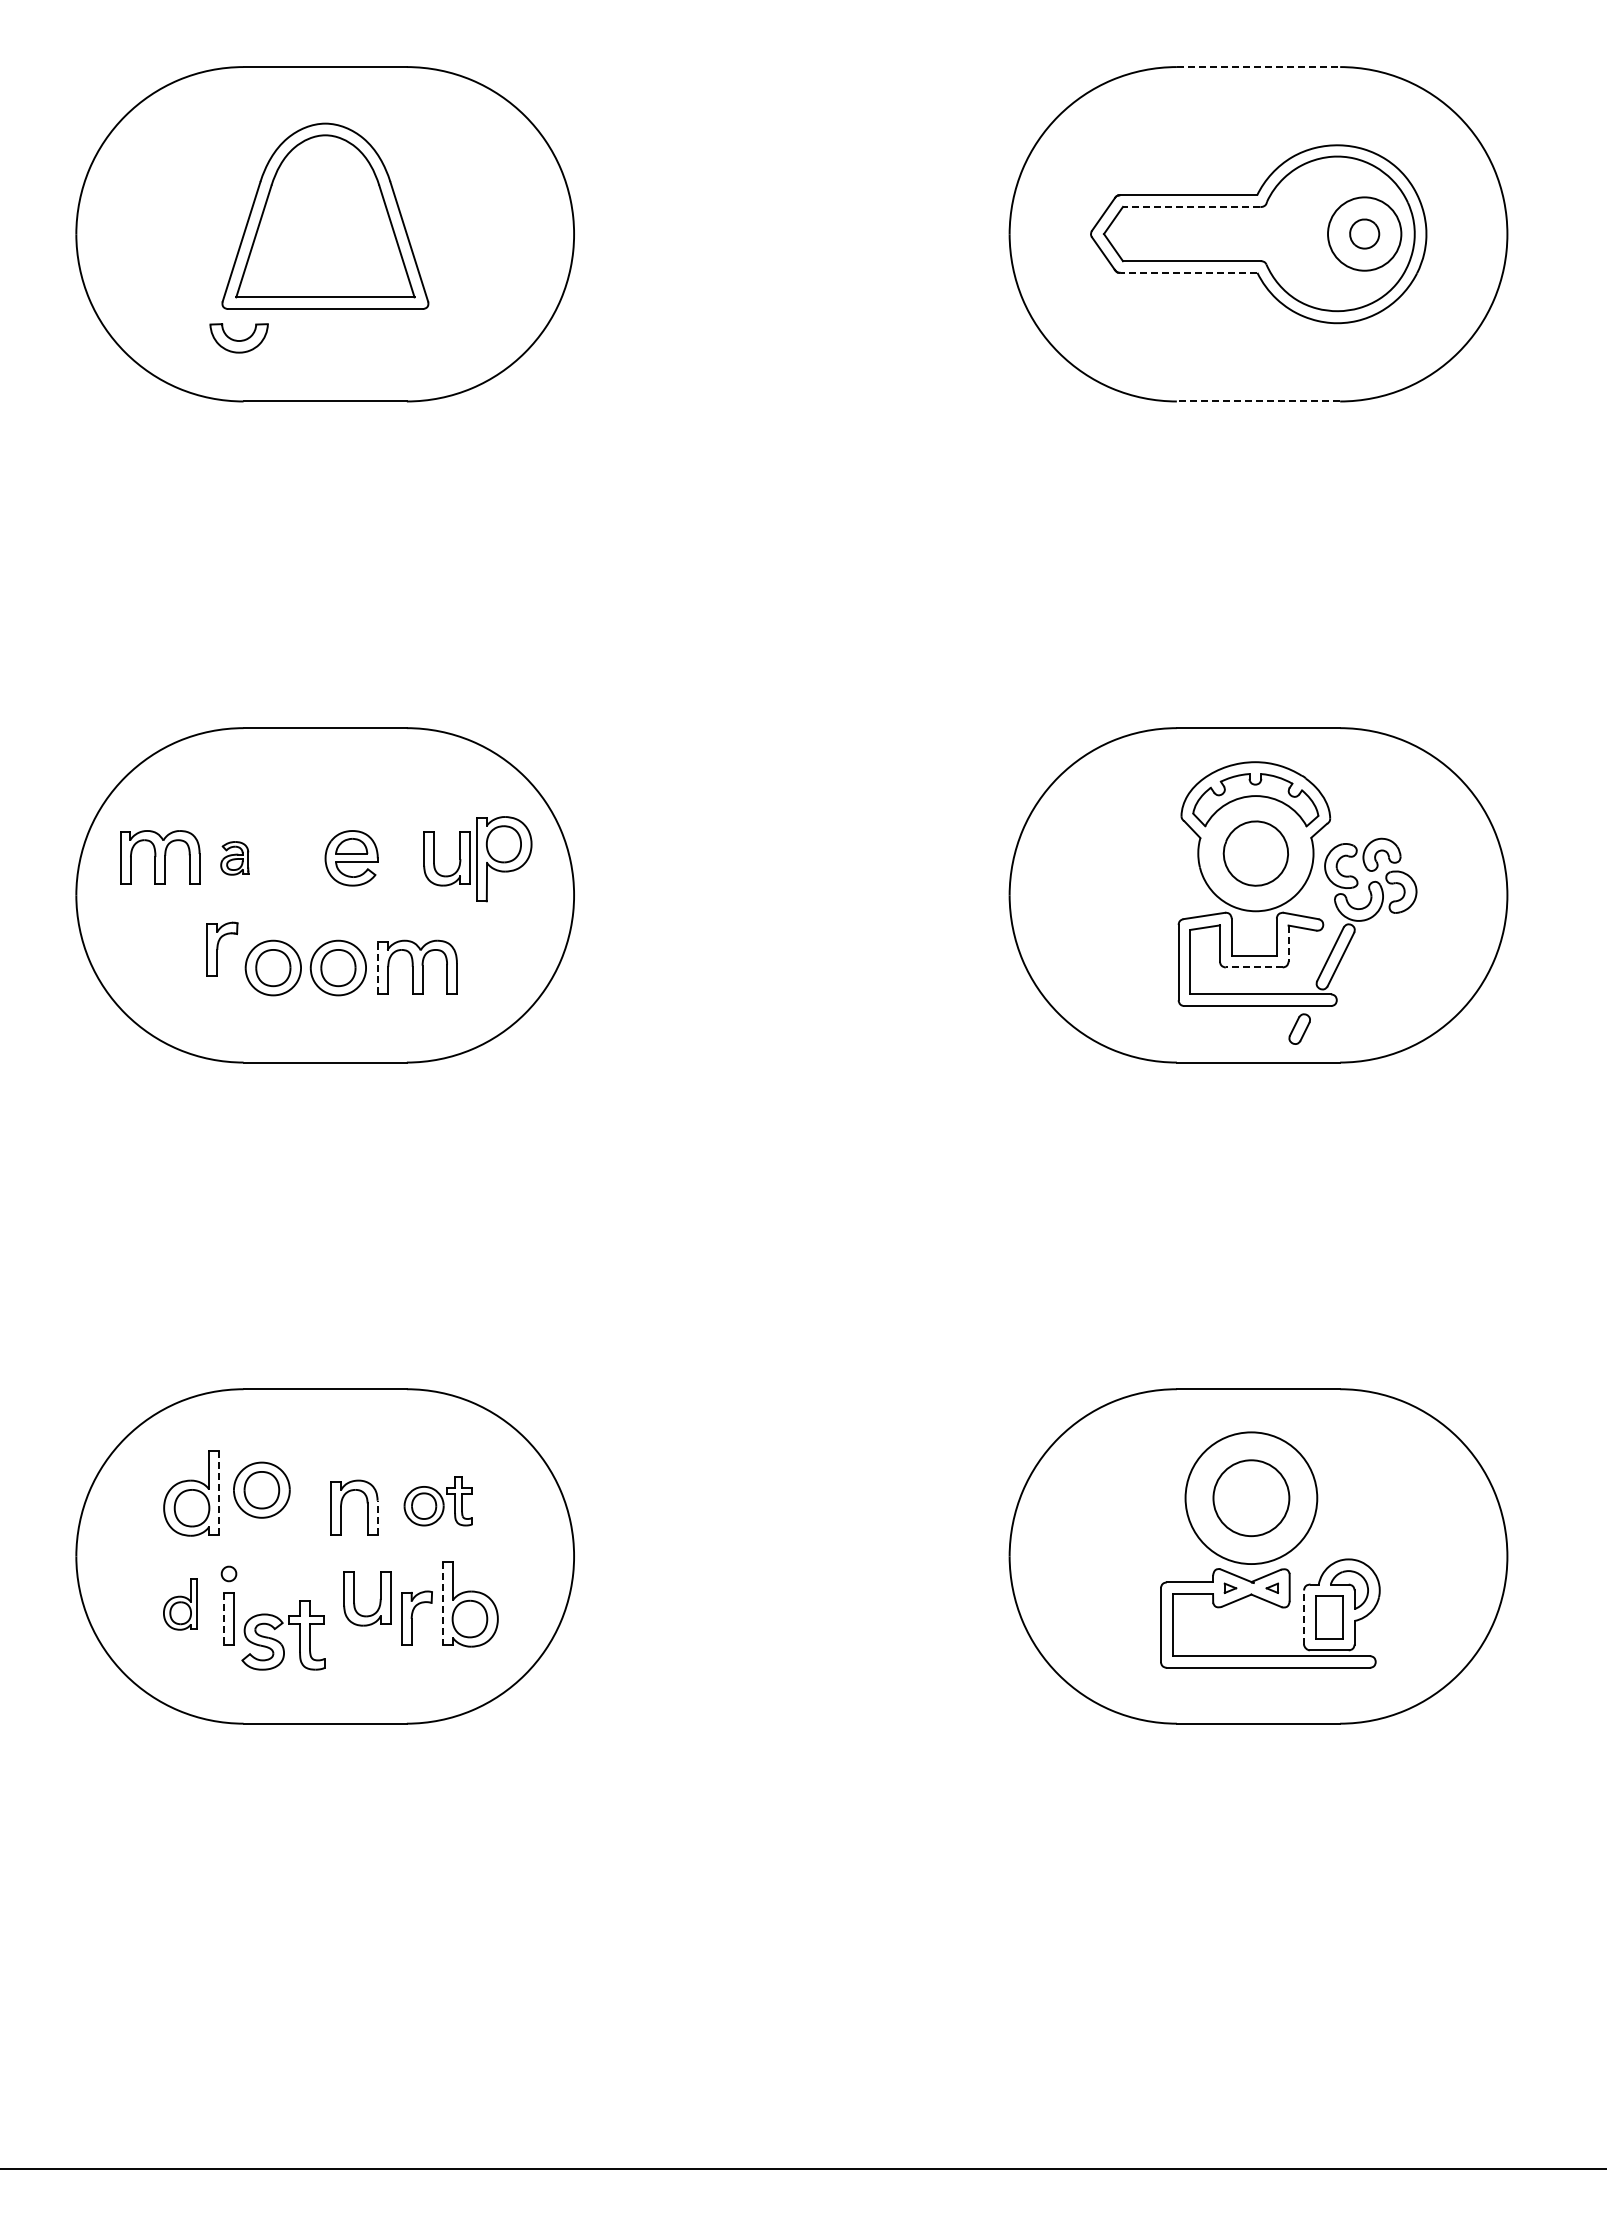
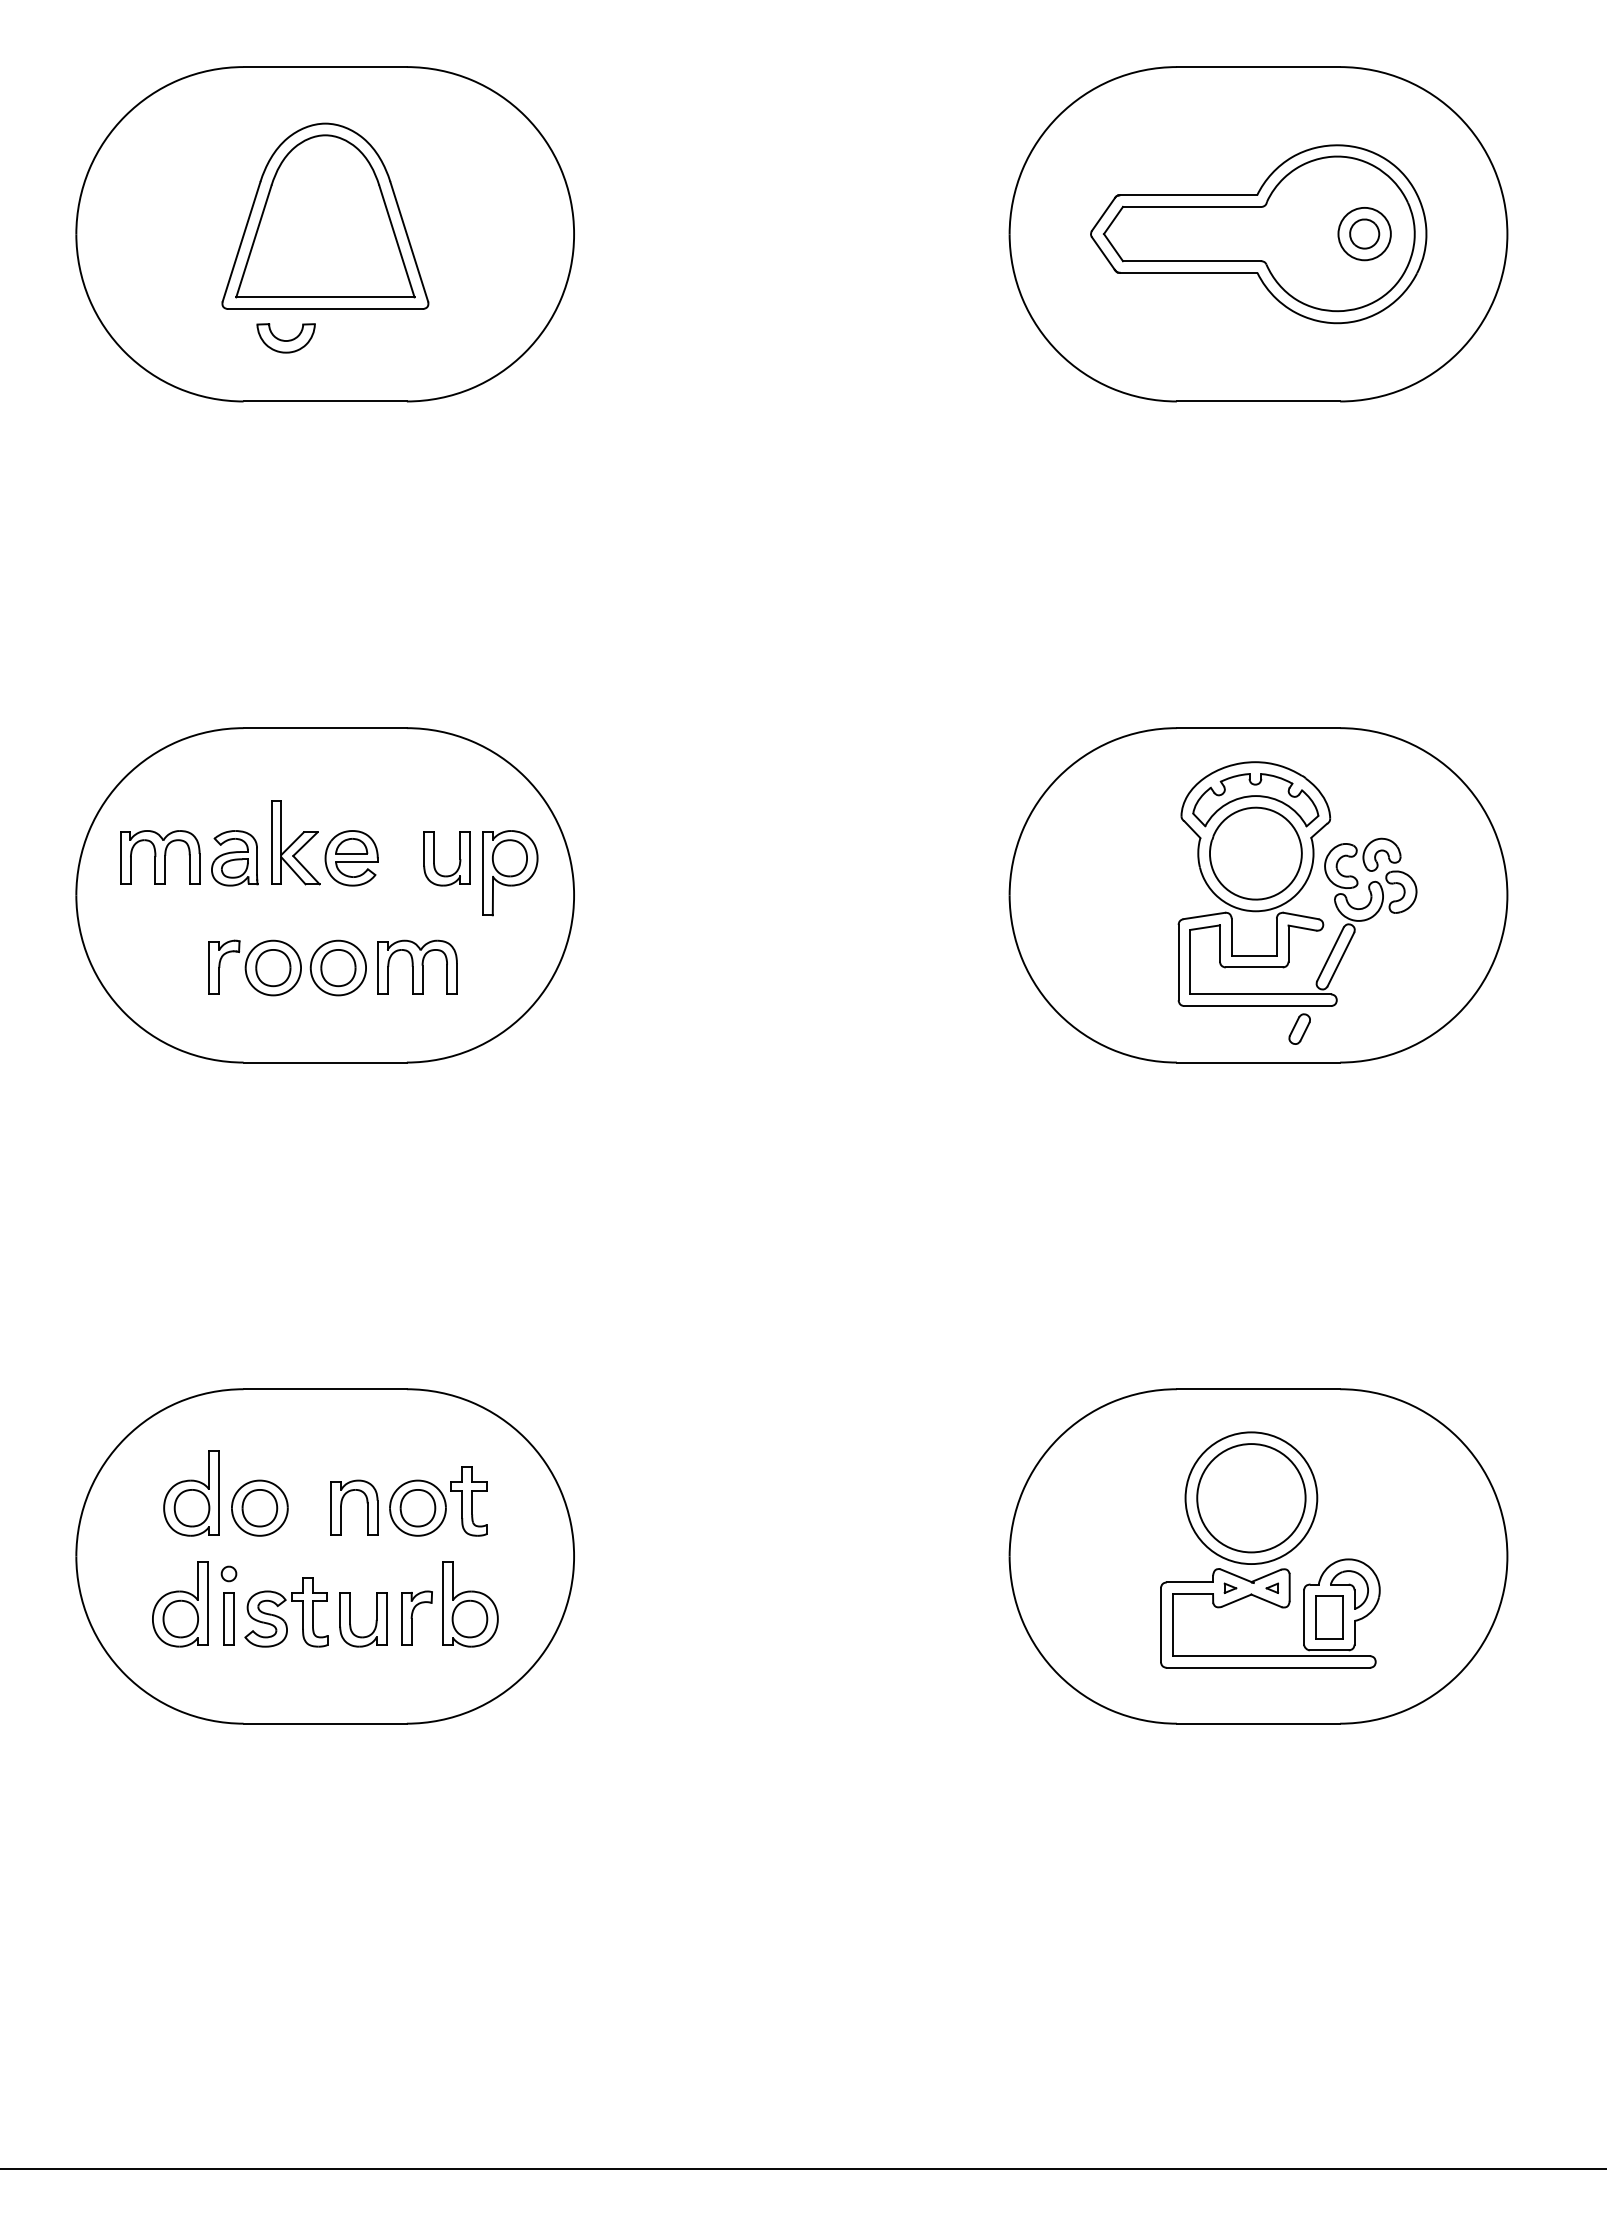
line at (1258, 67): dashed -> solid
line at (1191, 206): dashed -> solid
circle at (1364, 233) diameter: 73 px -> 52 px
line at (1188, 272): dashed -> solid
part at (238, 338) position: (238, 338) -> (285, 338)
line at (1258, 401): dashed -> solid
part at (295, 842): none -> present
part at (1255, 853) size: 67x67 px -> 94x95 px
part at (234, 858) size: 30x35 px -> 48x57 px
part at (504, 859) position: (504, 859) -> (510, 873)
line at (1288, 943): dashed -> solid
part at (222, 948) position: (222, 948) -> (224, 966)
line at (378, 967): dashed -> solid
line at (1253, 967): dashed -> solid
part at (261, 1489) position: (261, 1489) -> (259, 1507)
line at (219, 1492): dashed -> solid
circle at (1251, 1498) diameter: 76 px -> 108 px
part at (437, 1501) size: 70x51 px -> 99x71 px
line at (377, 1517): dashed -> solid
part at (379, 1599) position: (379, 1599) -> (375, 1620)
line at (442, 1603): dashed -> solid
part at (180, 1604) size: 35x53 px -> 57x87 px
line at (1304, 1617): dashed -> solid
line at (224, 1619): dashed -> solid
part at (278, 1640) position: (278, 1640) -> (281, 1617)
